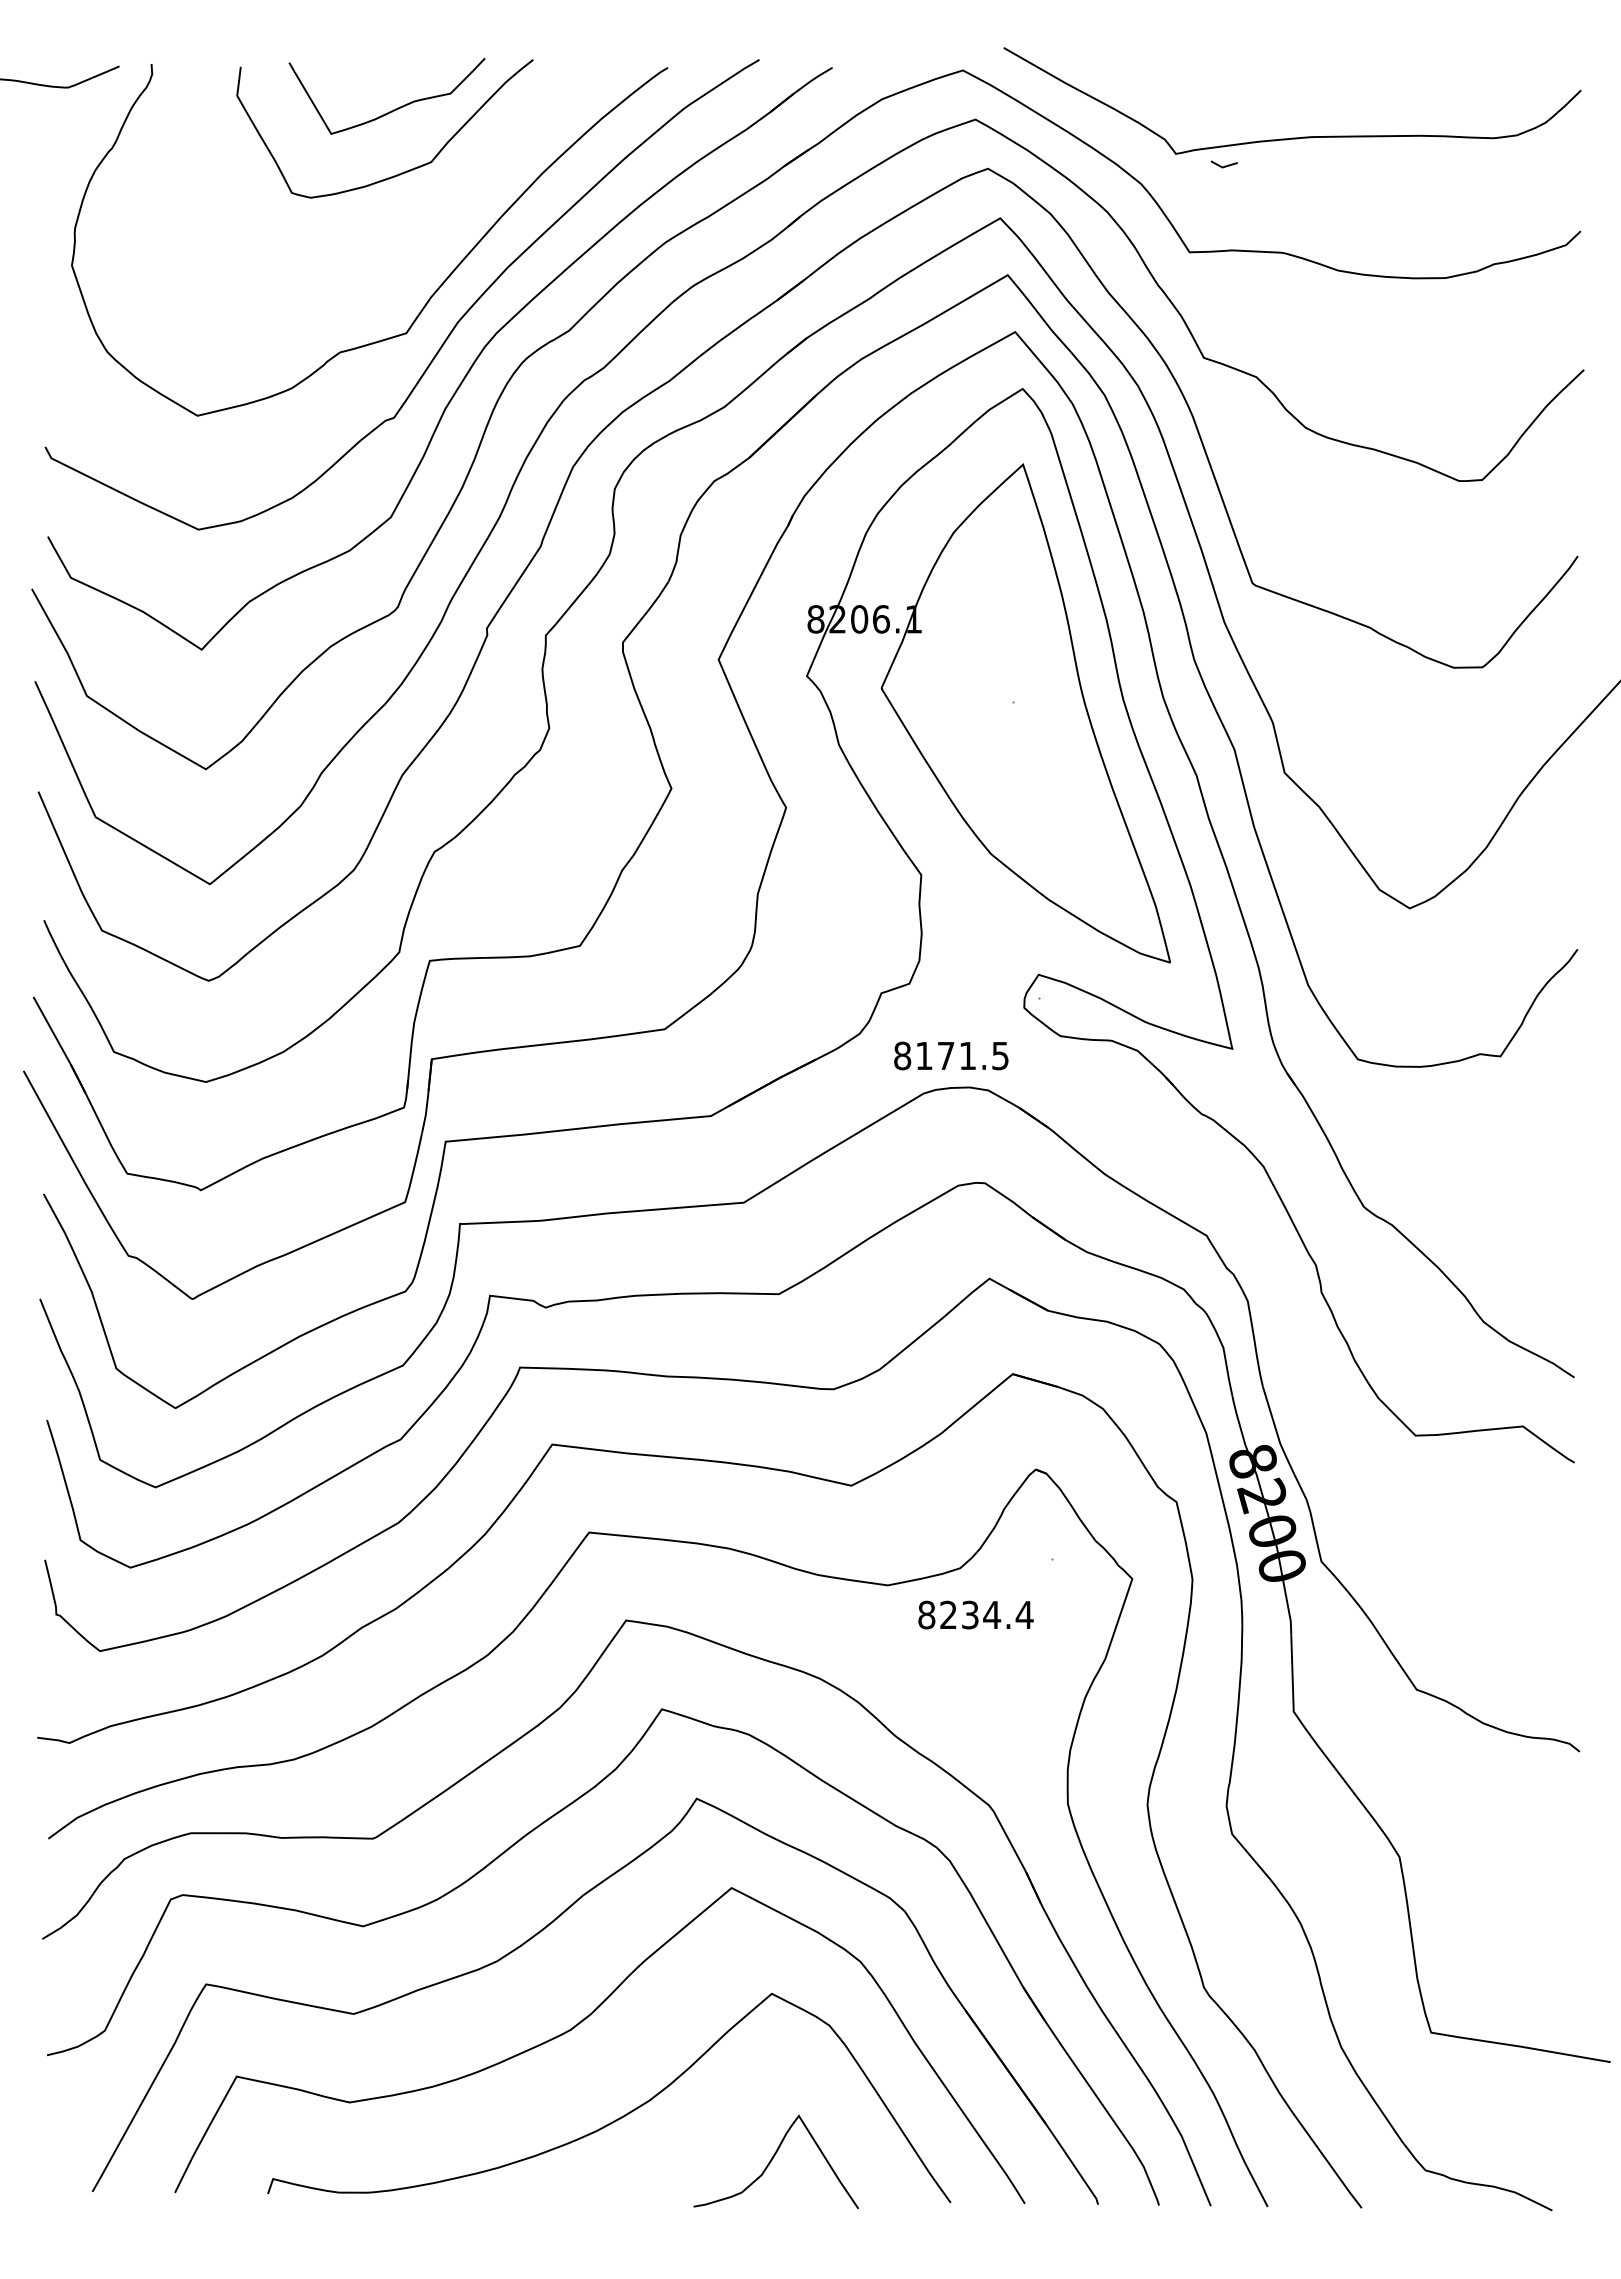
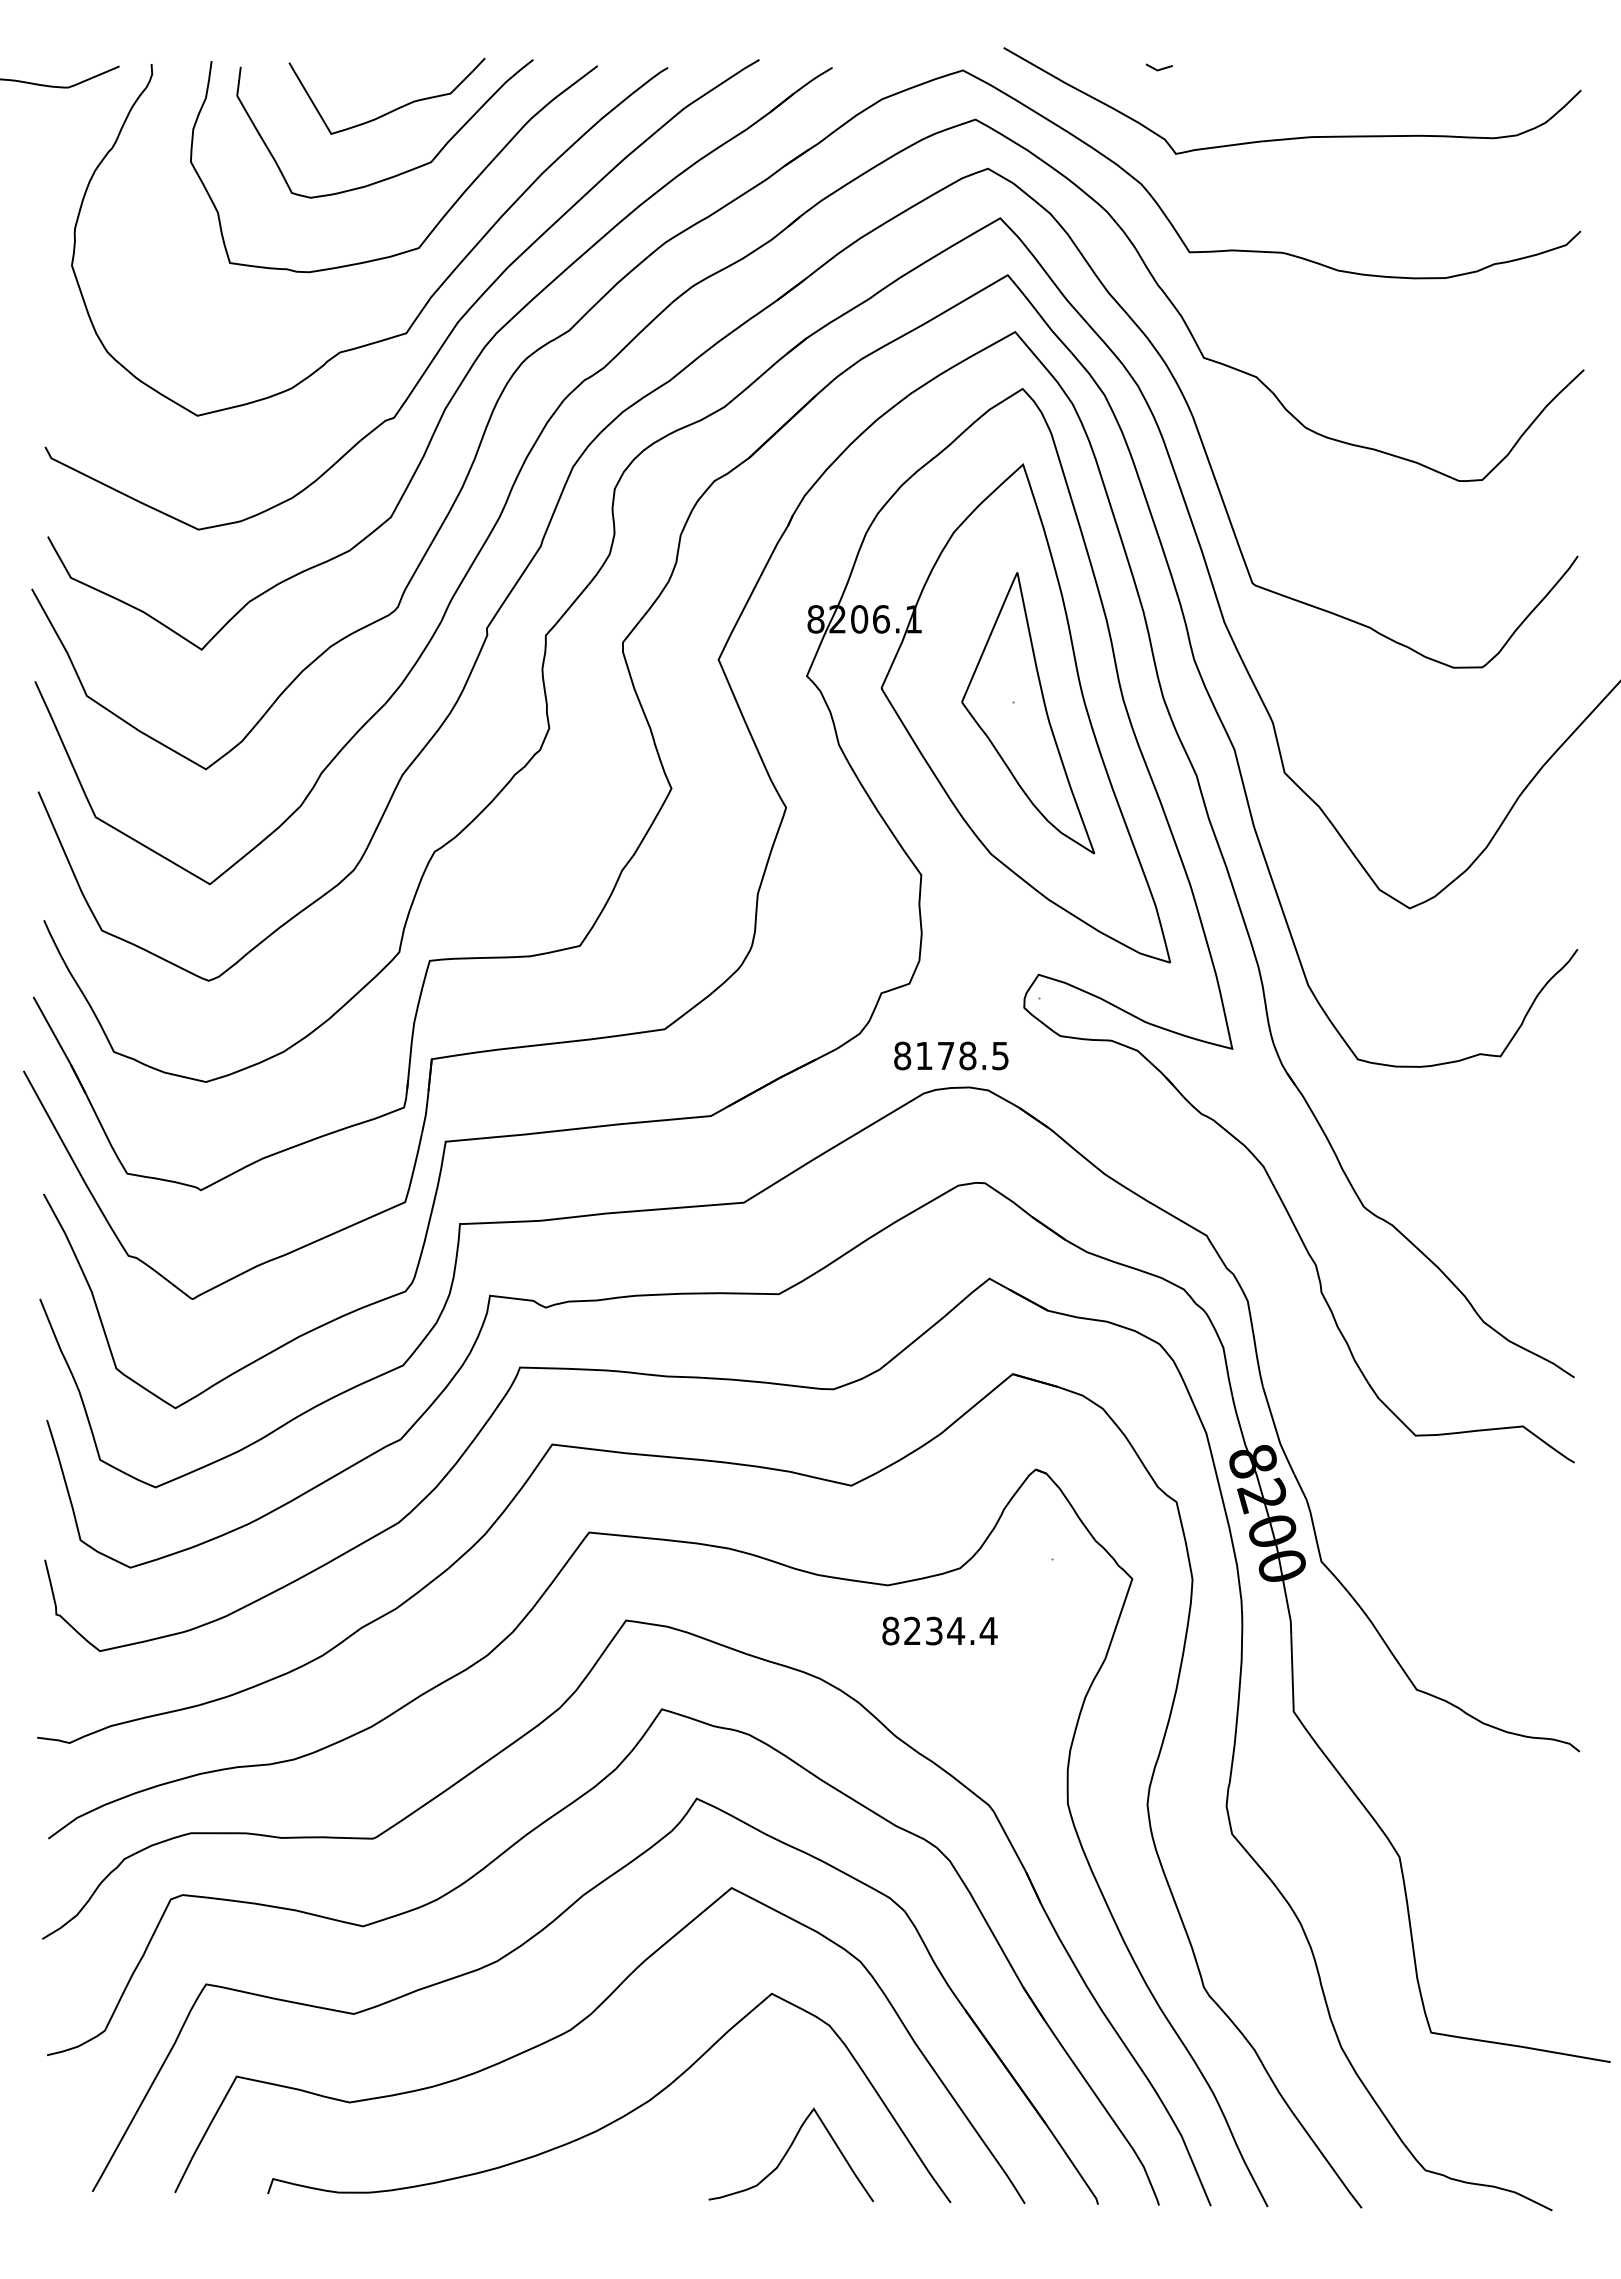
line at (1224, 165) position: (1224, 165) -> (1159, 68)
curve at (447, 210): none -> present
part at (1028, 713): none -> present
text at (967, 1055): 8171.5 -> 8178.5
text at (975, 1614) position: (975, 1614) -> (939, 1630)
curve at (772, 2160) position: (772, 2160) -> (787, 2153)
